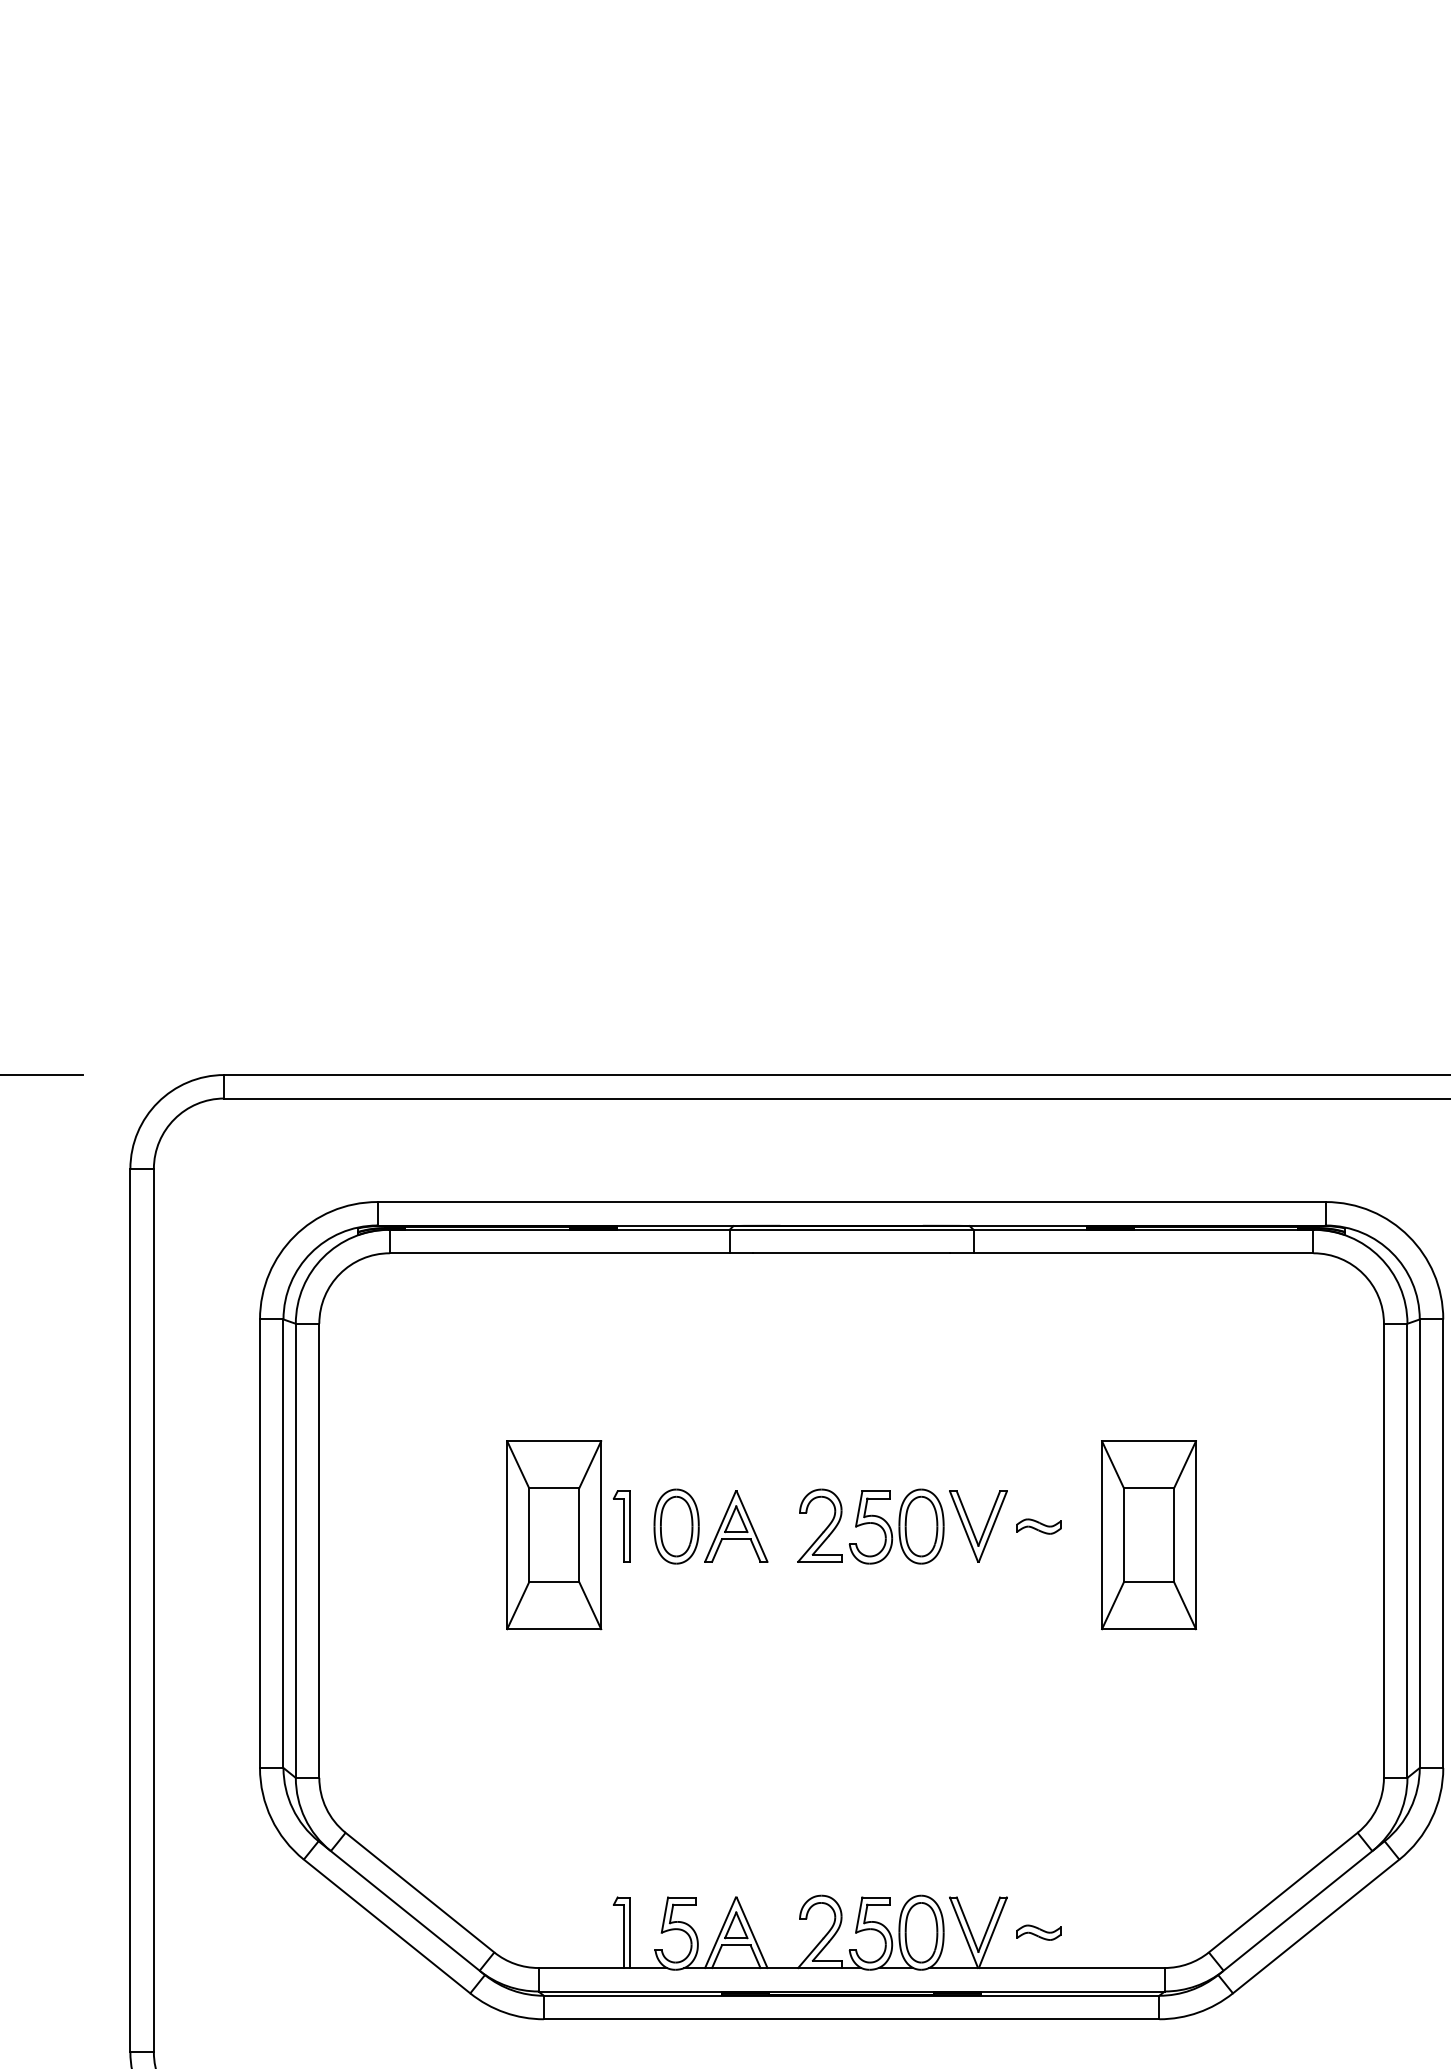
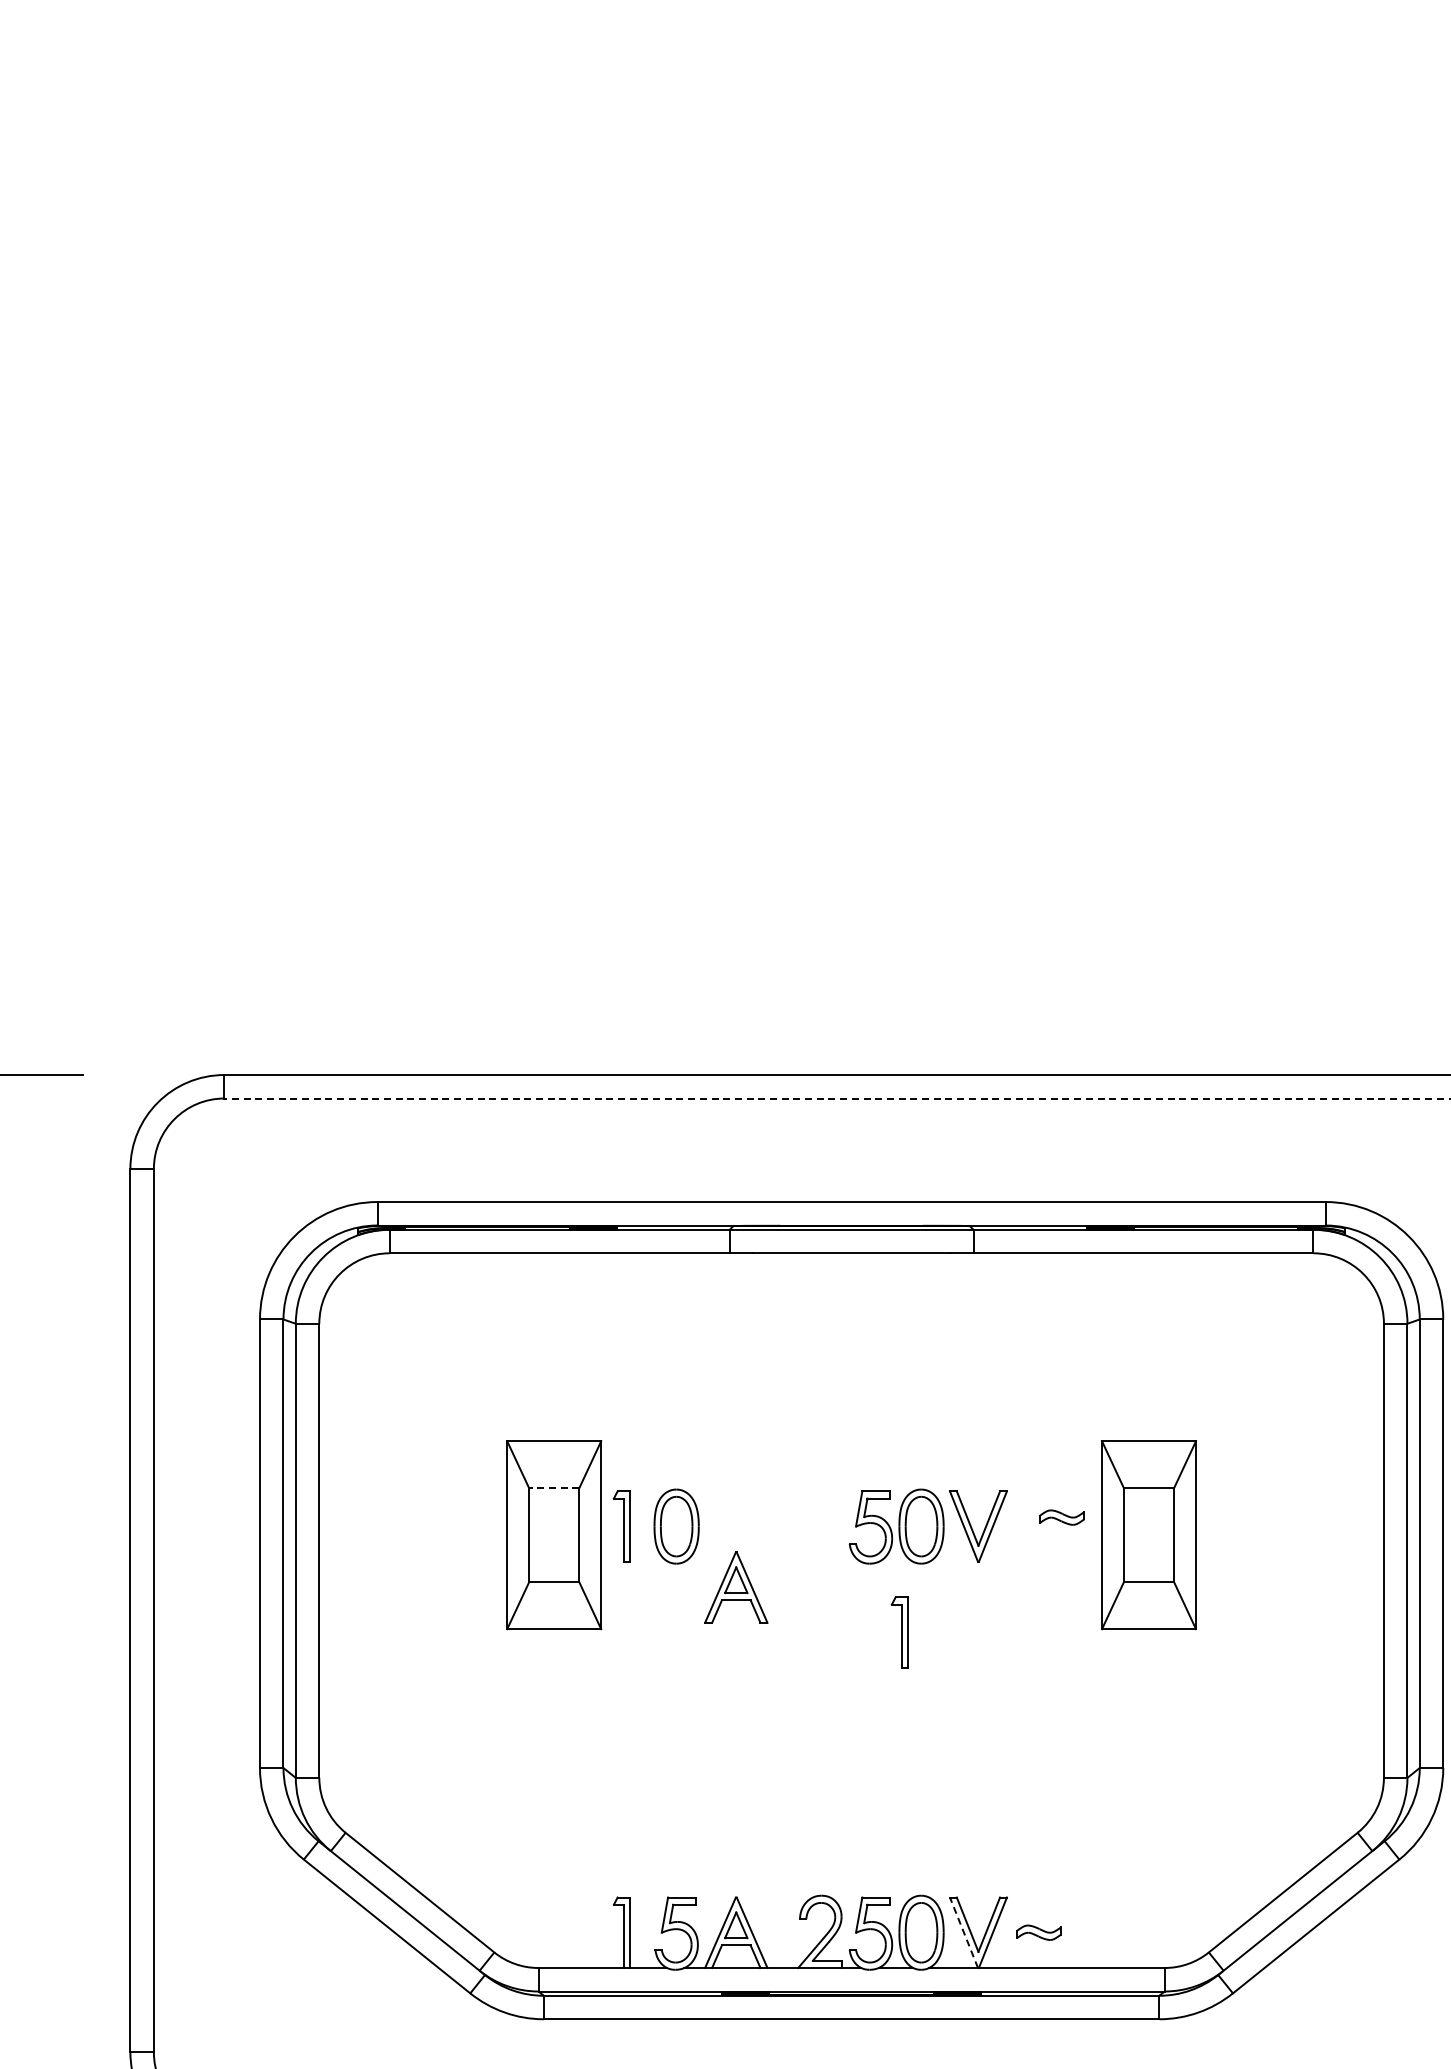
line at (837, 1098): solid -> dashed
line at (553, 1488): solid -> dashed
part at (736, 1526) position: (736, 1526) -> (736, 1587)
part at (1038, 1526) position: (1038, 1526) -> (1061, 1517)
part at (824, 1529): present -> none
part at (899, 1632): none -> present
line at (964, 1932): solid -> dashed
